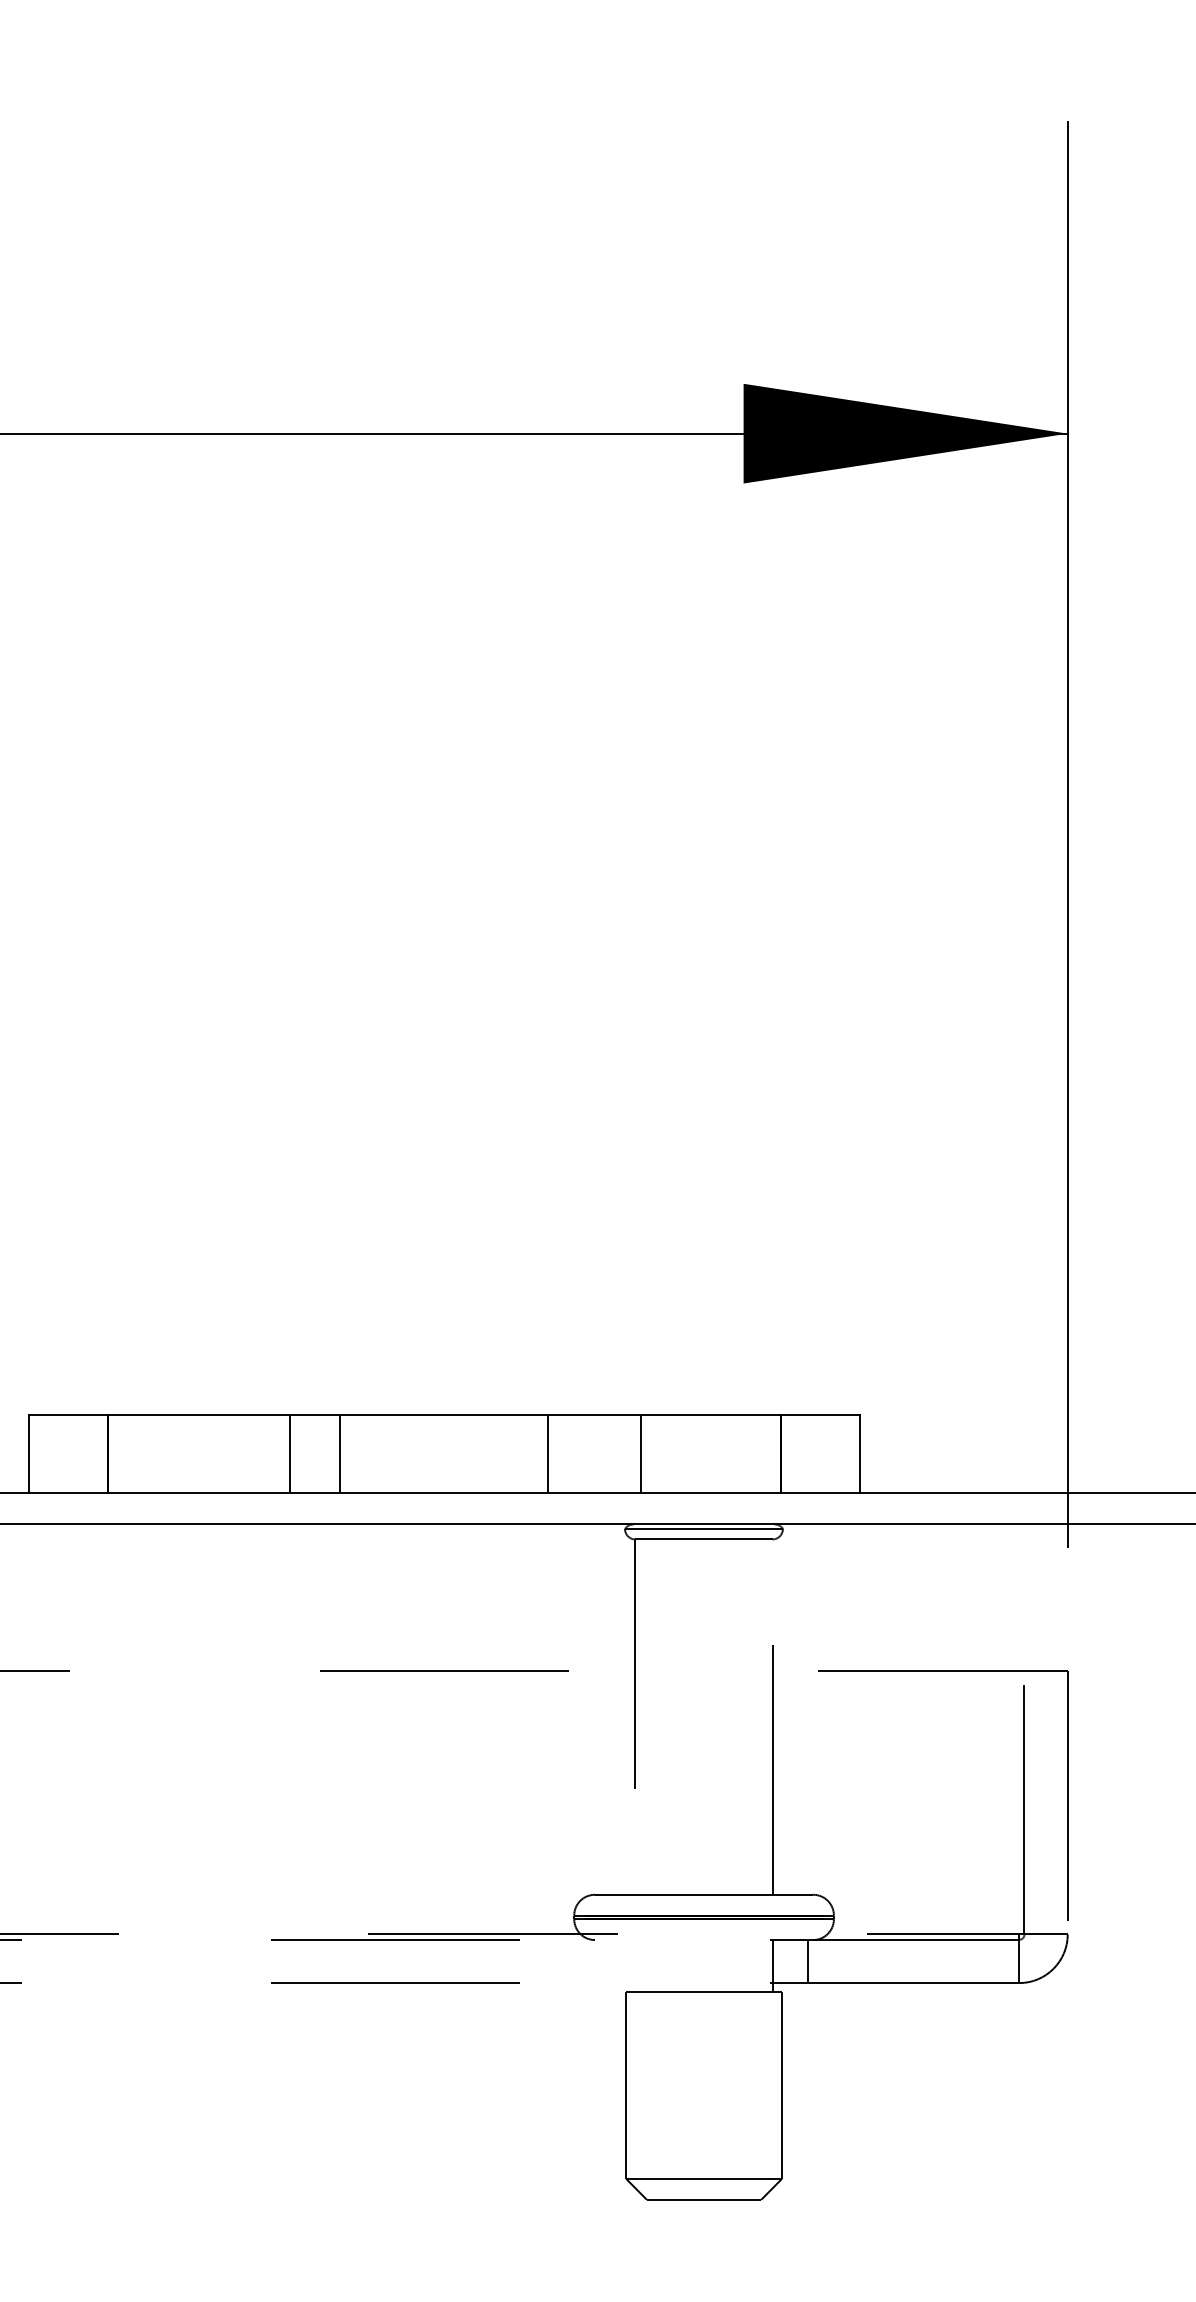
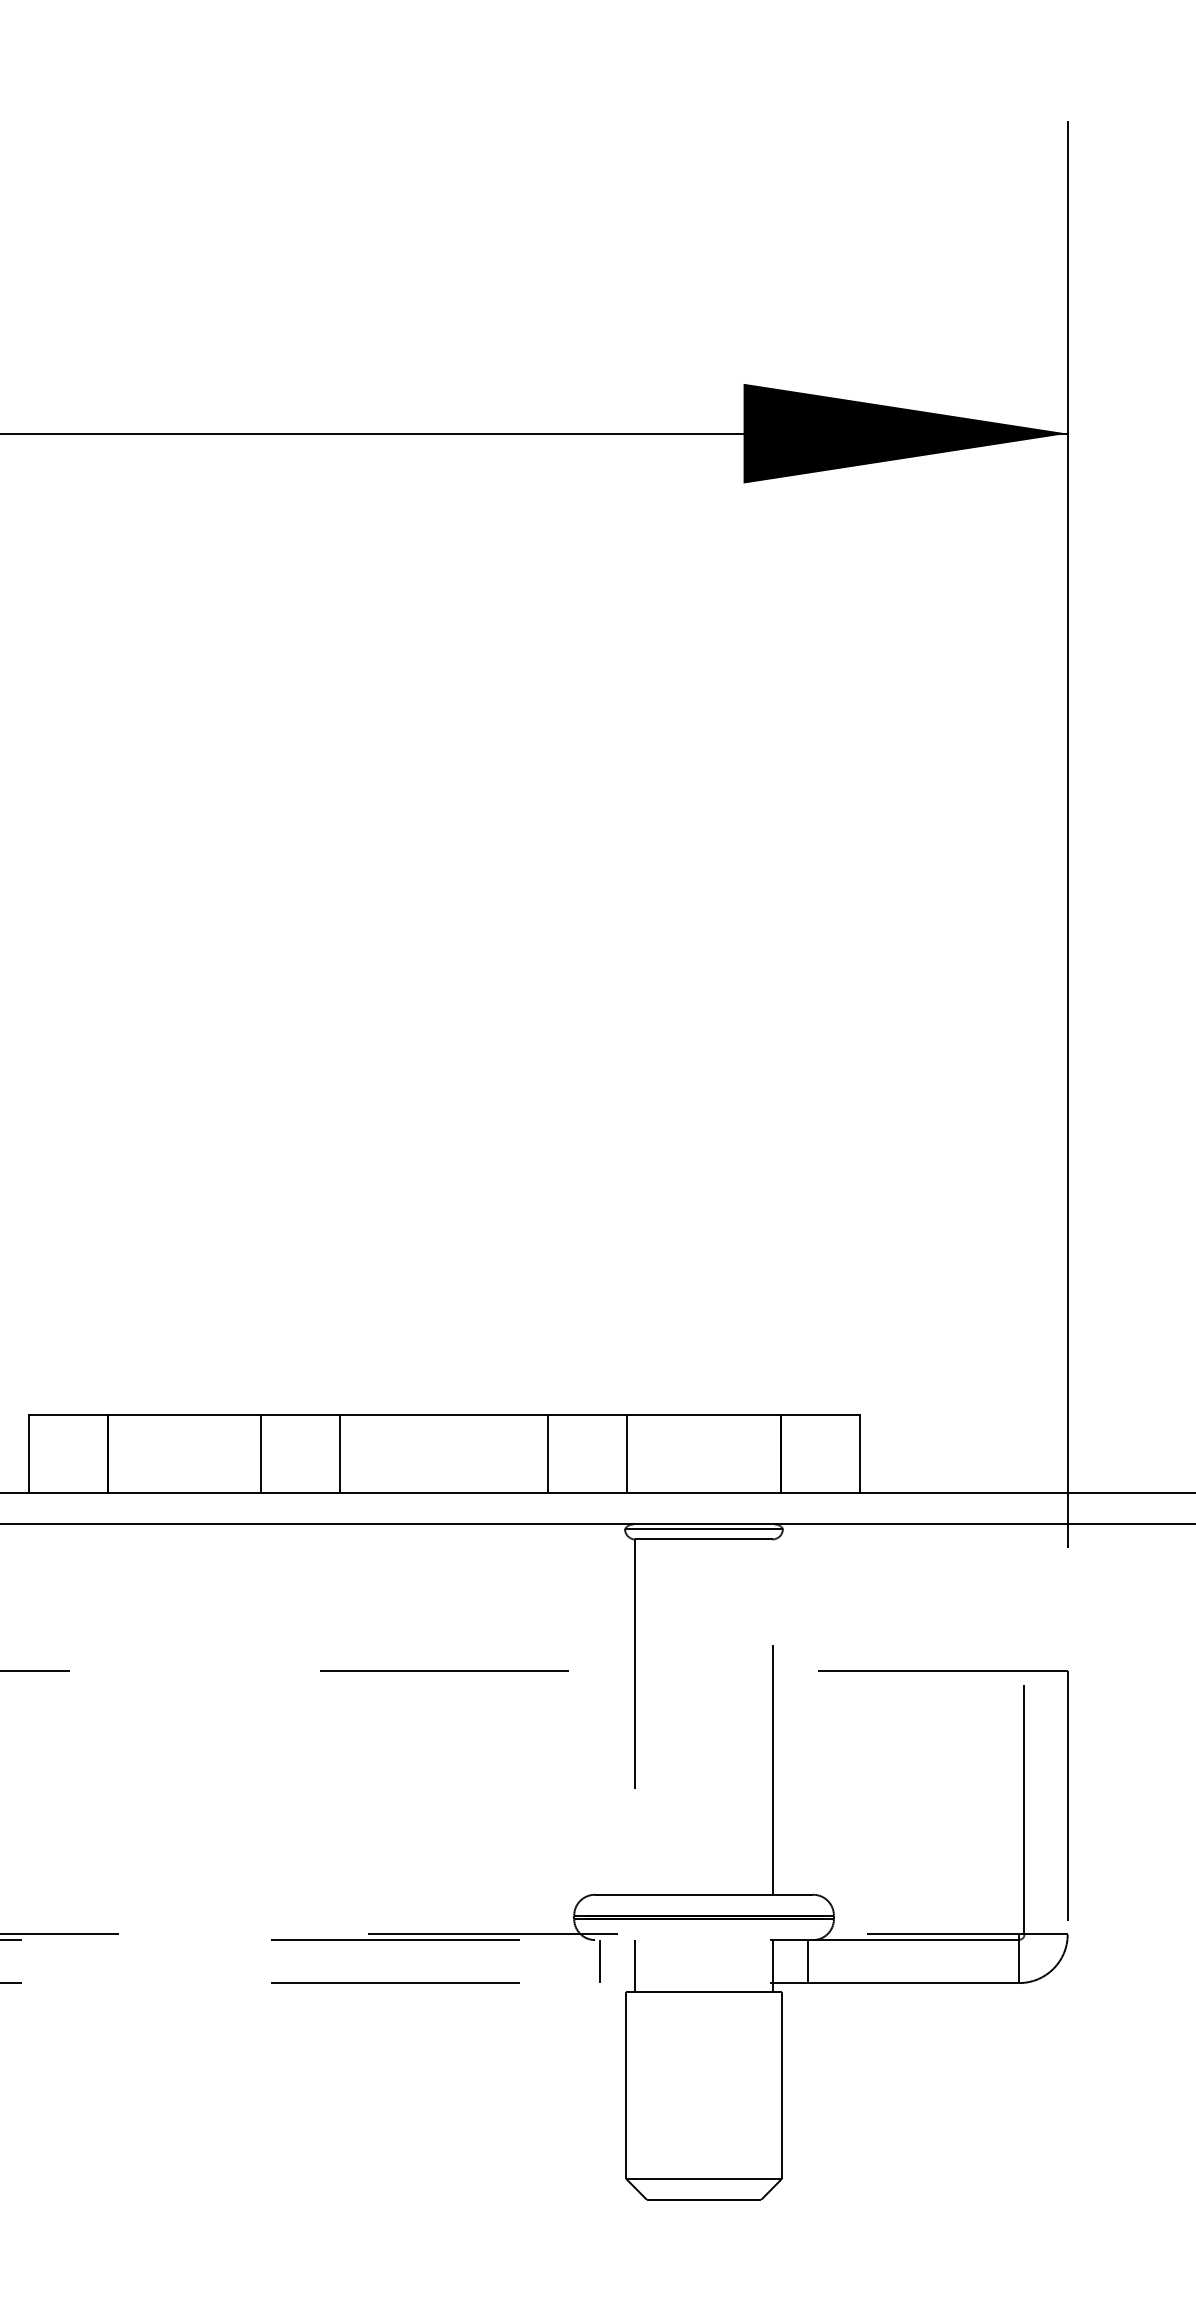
line at (290, 1454) position: (290, 1454) -> (261, 1454)
line at (641, 1454) position: (641, 1454) -> (627, 1454)
line at (600, 1961): none -> present
line at (635, 1965): none -> present
